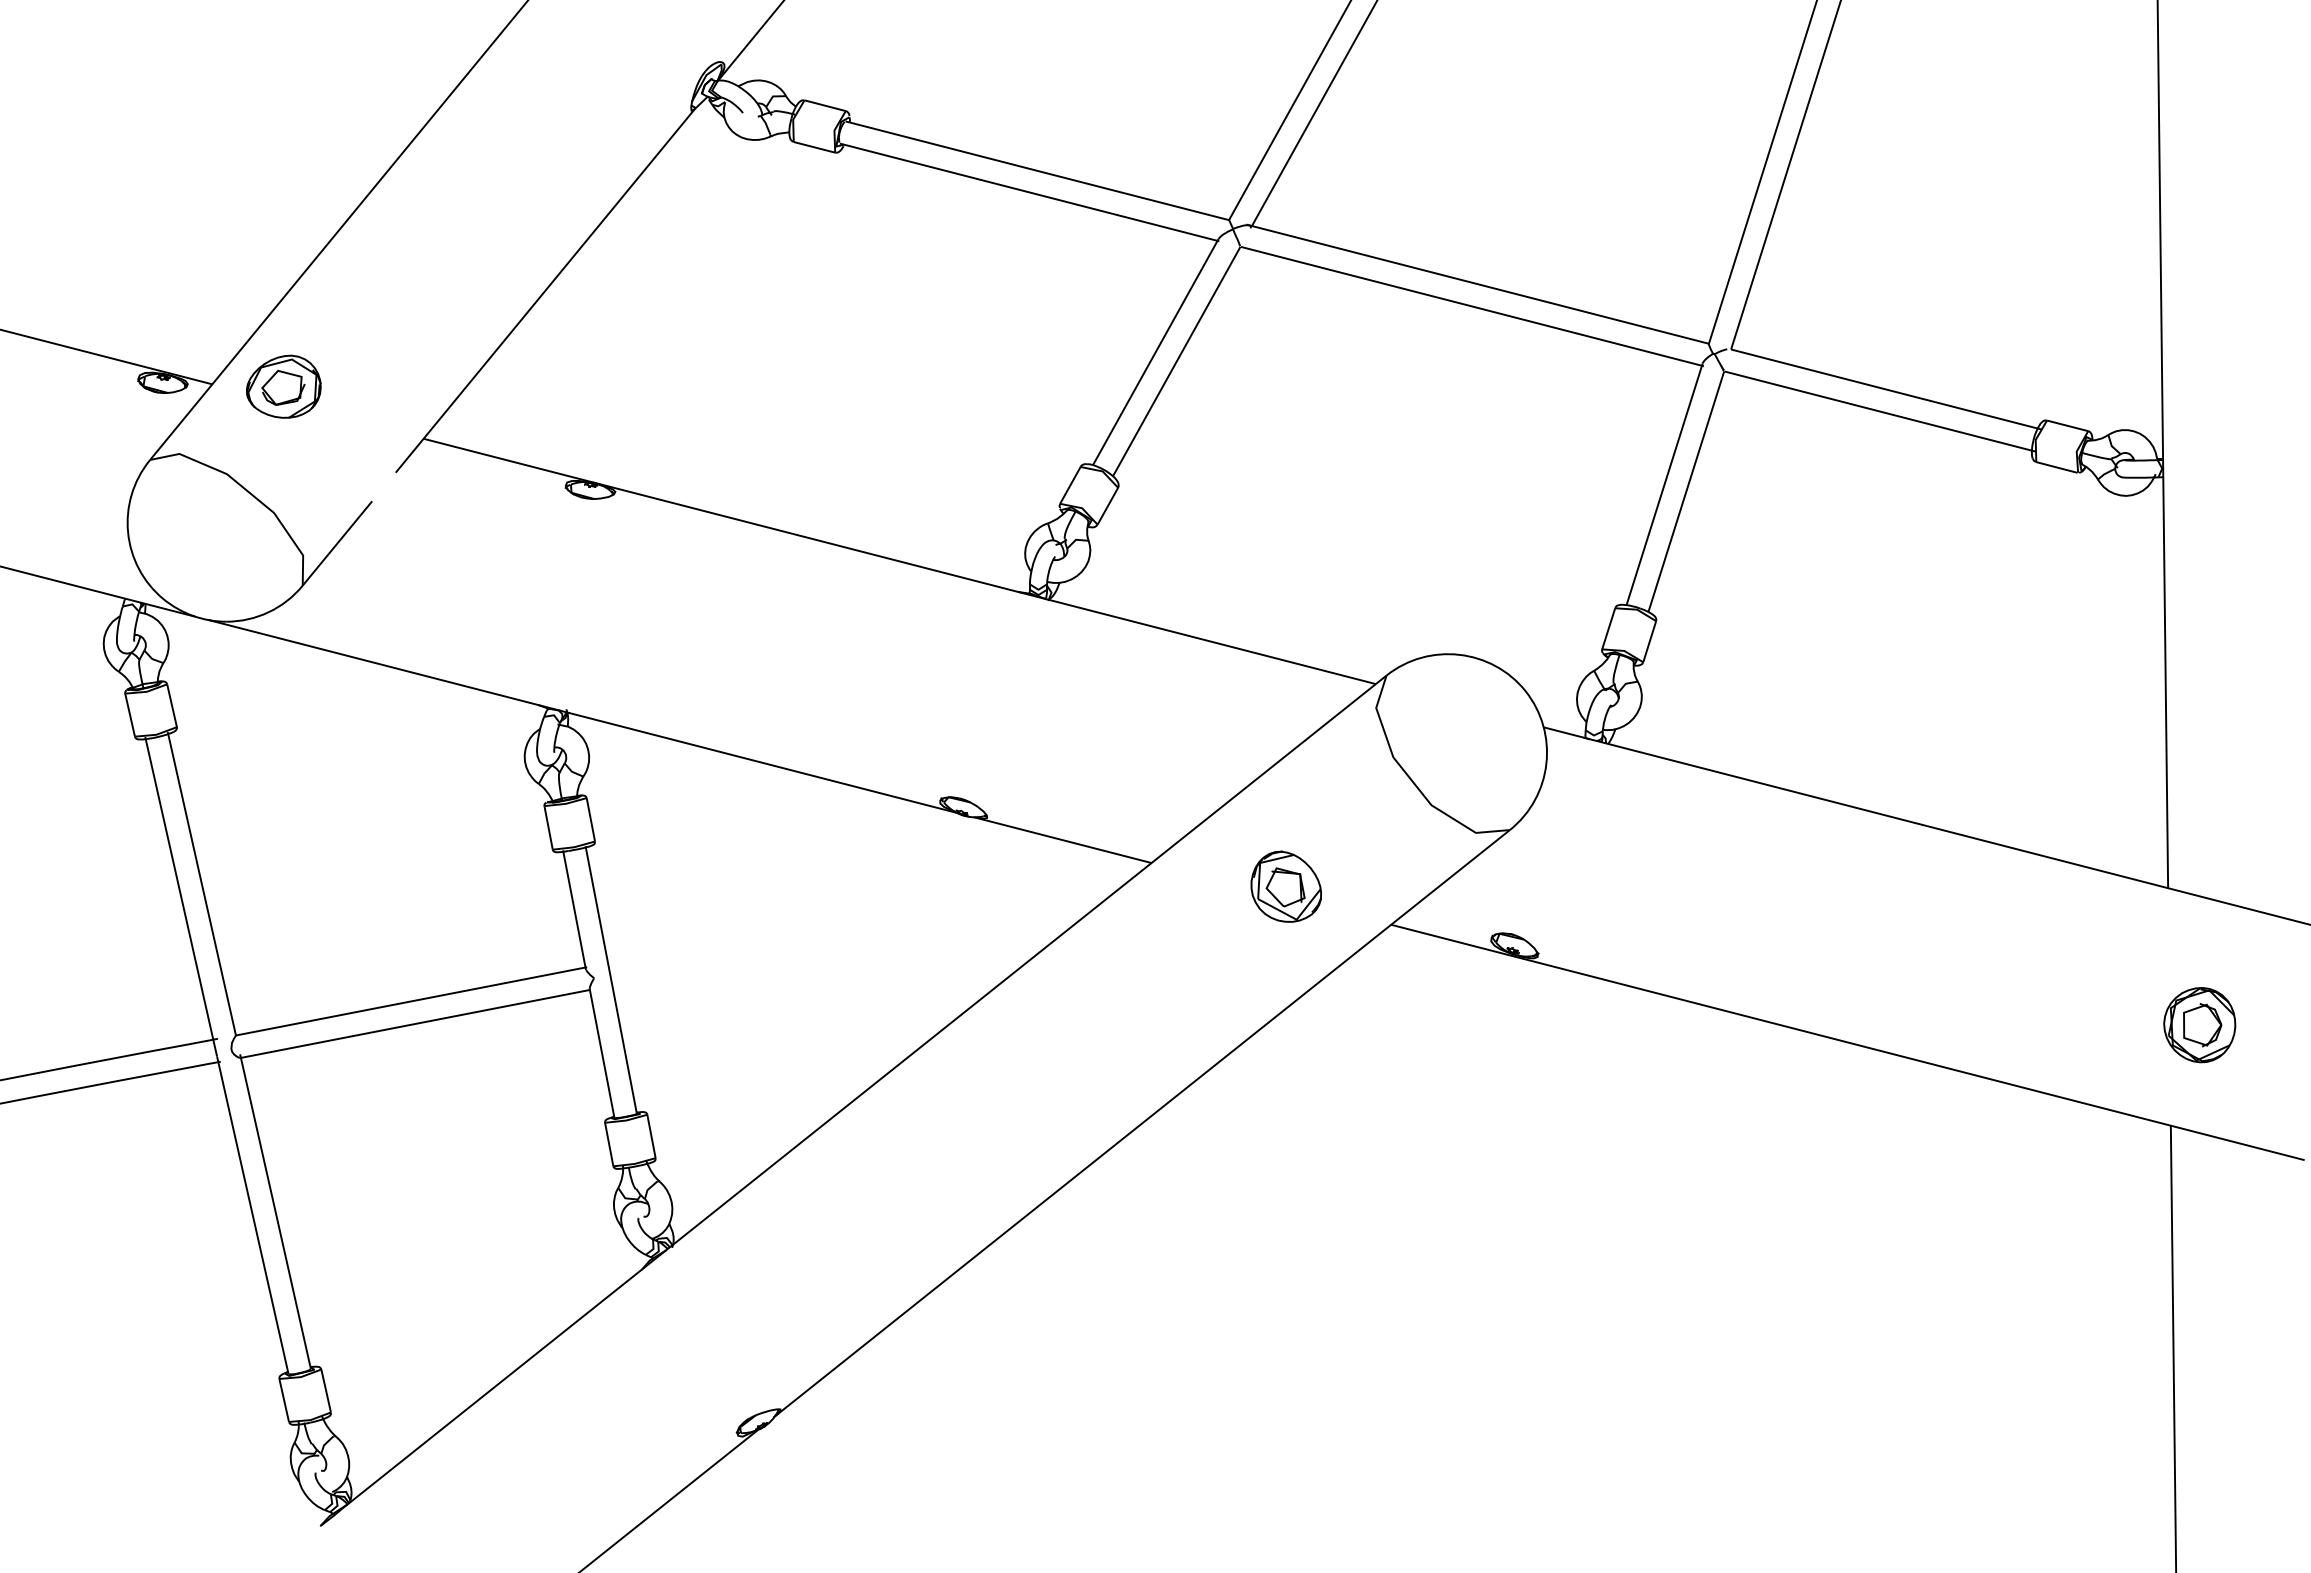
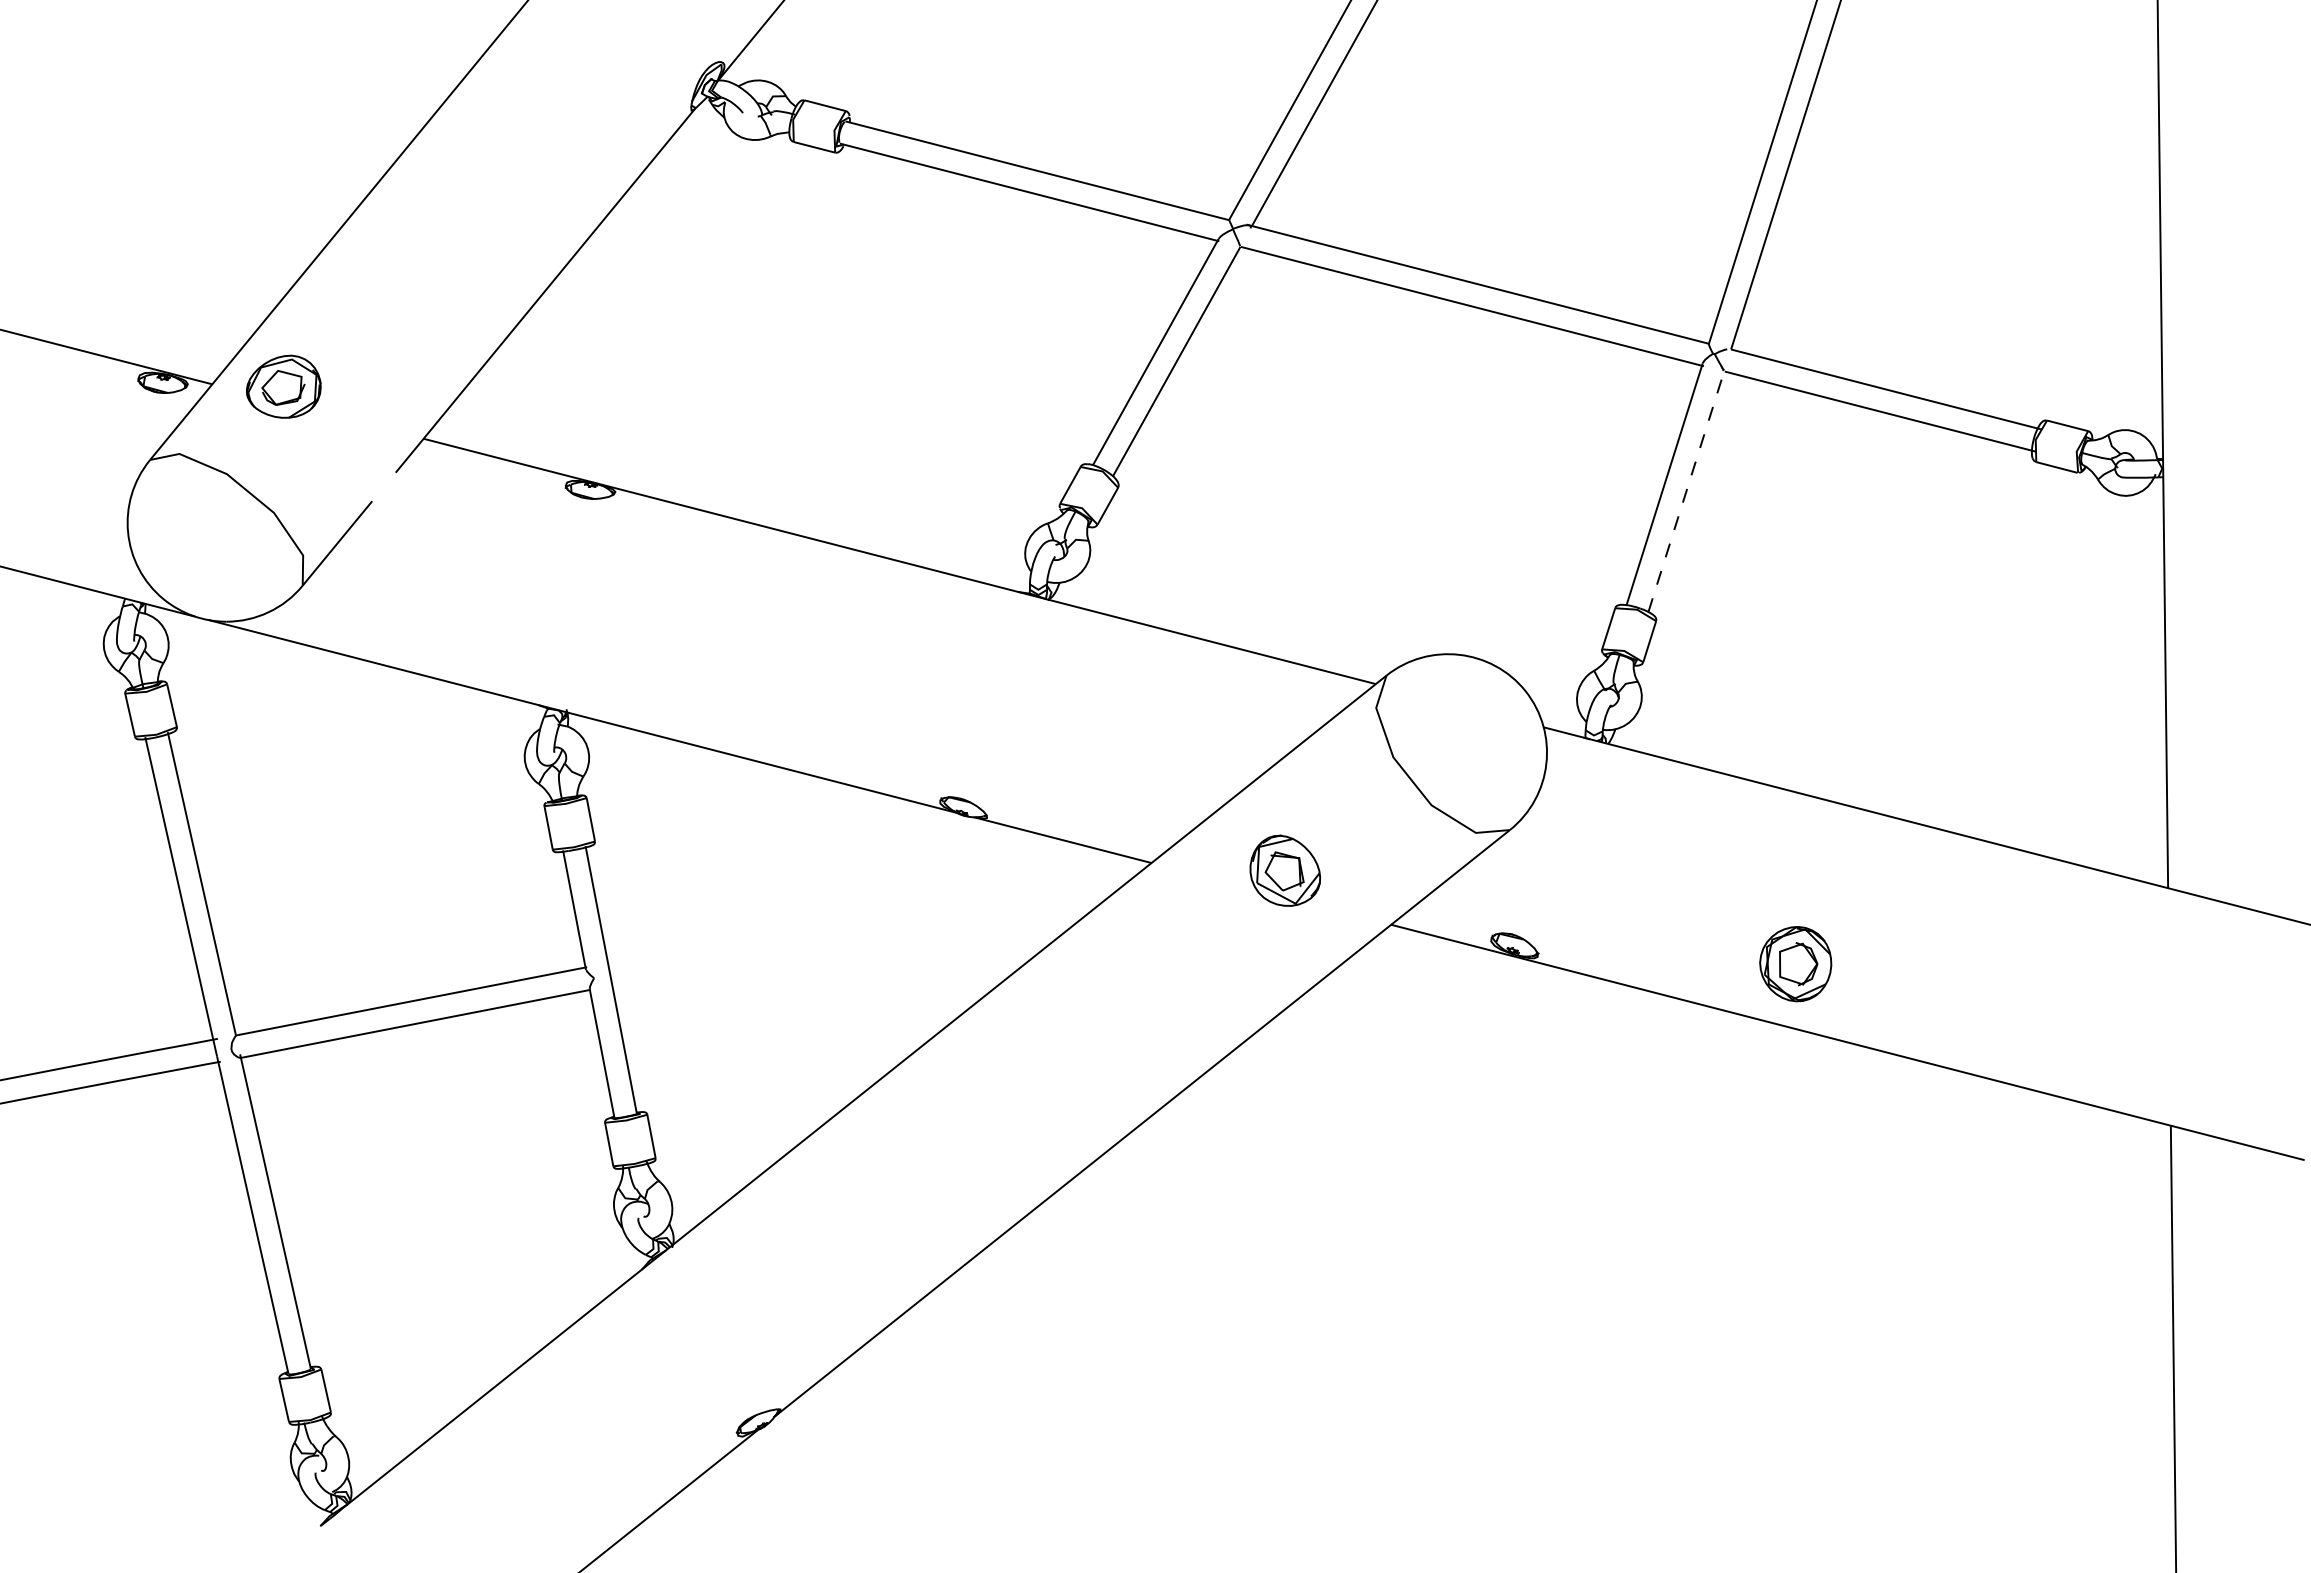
line at (1686, 491): solid -> dashed
part at (1286, 886) position: (1286, 886) -> (1285, 870)
part at (2199, 1025) position: (2199, 1025) -> (1795, 964)
